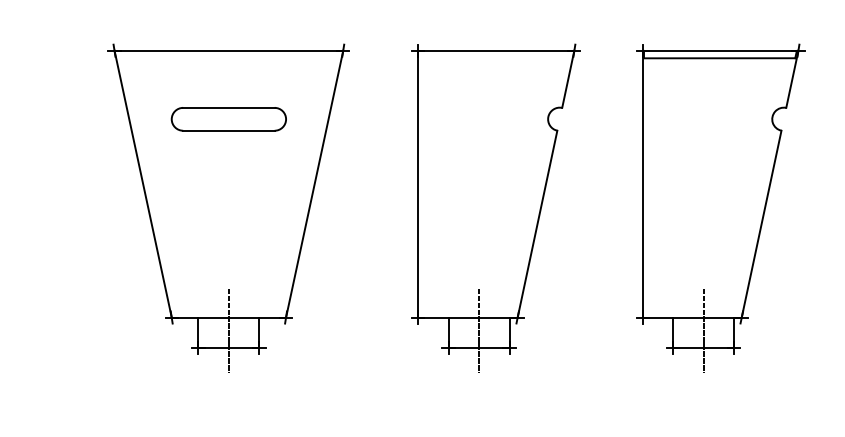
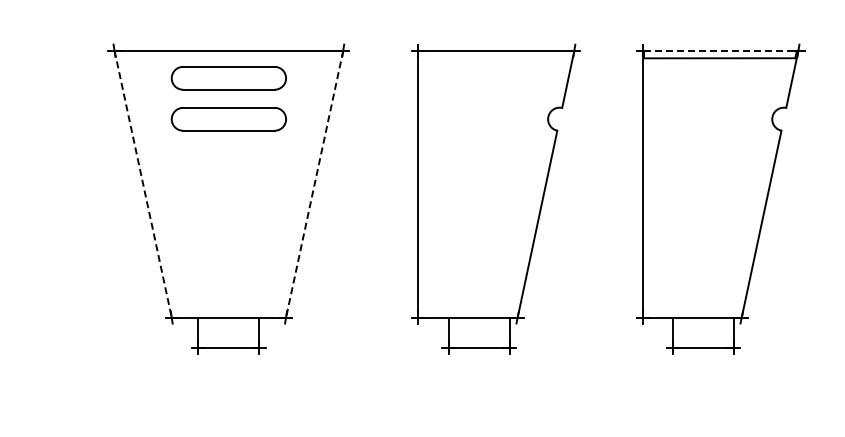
line at (720, 50): solid -> dashed
part at (228, 78): none -> present
line at (143, 184): solid -> dashed
line at (314, 184): solid -> dashed
line at (228, 330): present -> none
line at (479, 330): present -> none
line at (703, 330): present -> none
